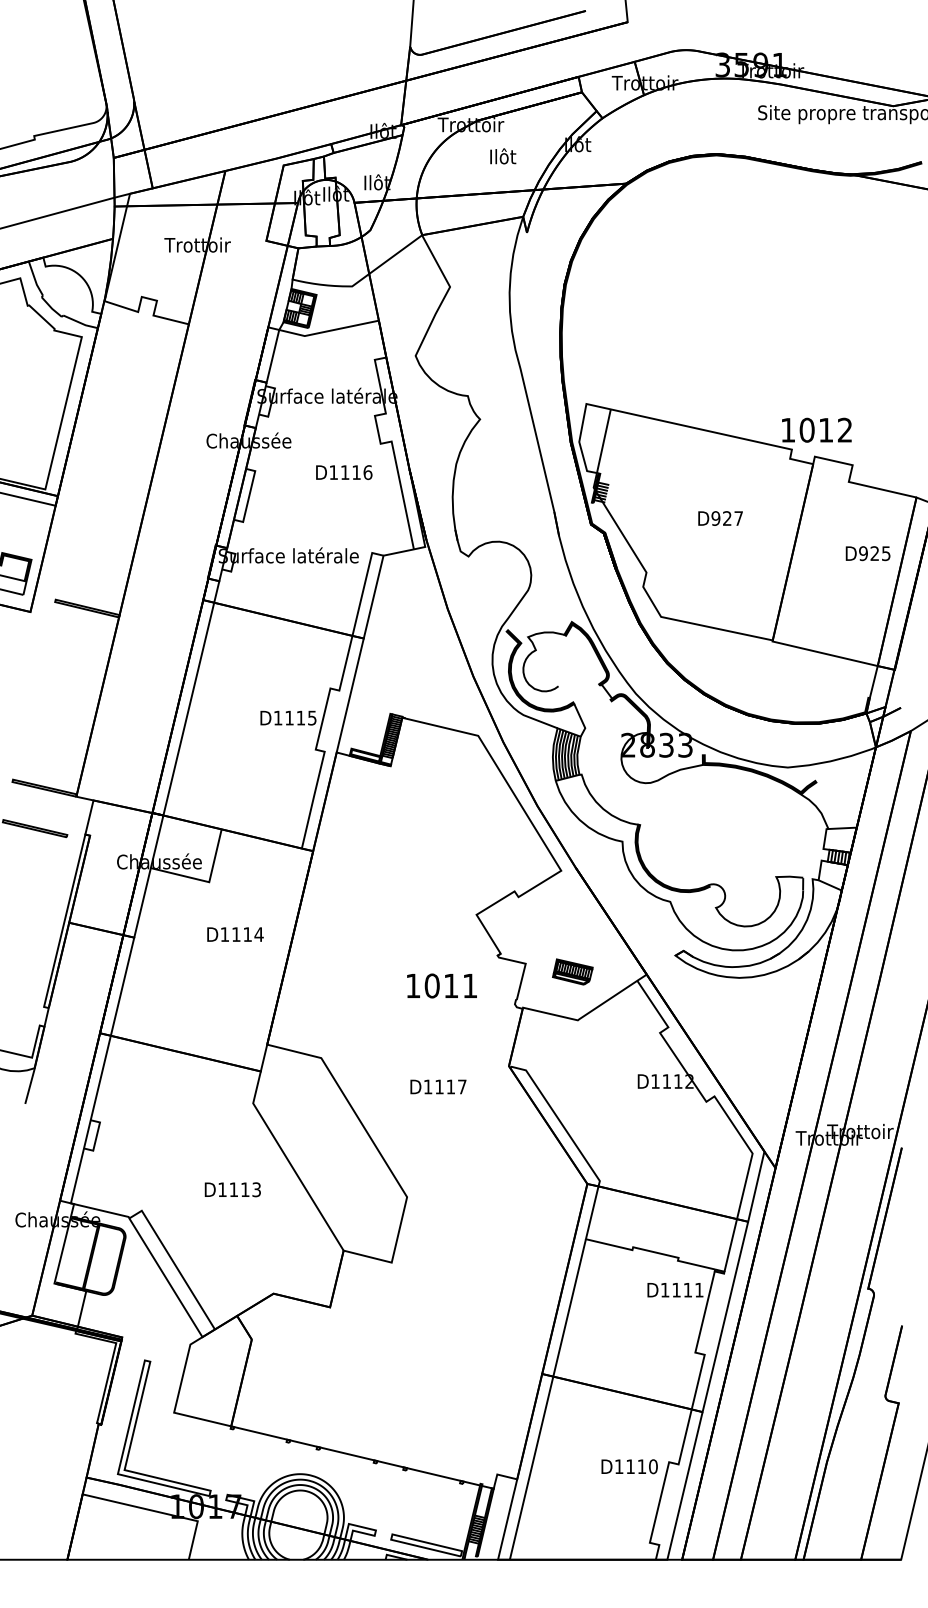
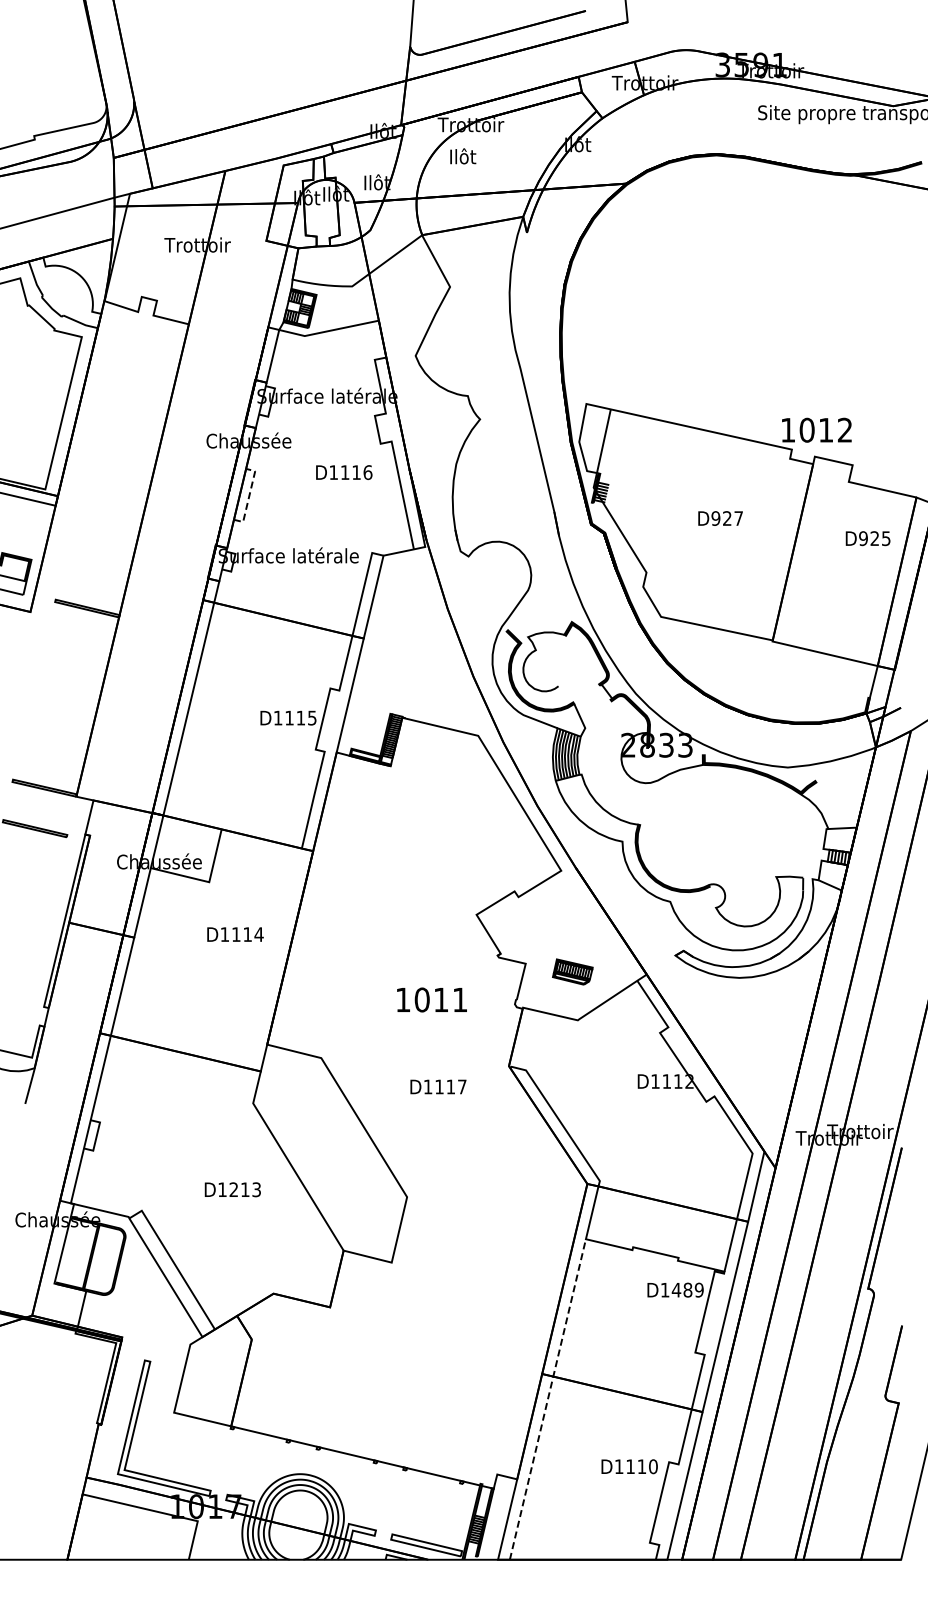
text at (503, 156) position: (503, 156) -> (463, 156)
line at (249, 496): solid -> dashed
text at (867, 553) position: (867, 553) -> (867, 538)
text at (441, 985) position: (441, 985) -> (431, 999)
text at (233, 1189): D1113 -> D1213
text at (687, 1289): D1111 -> D1489
line at (548, 1398): solid -> dashed
